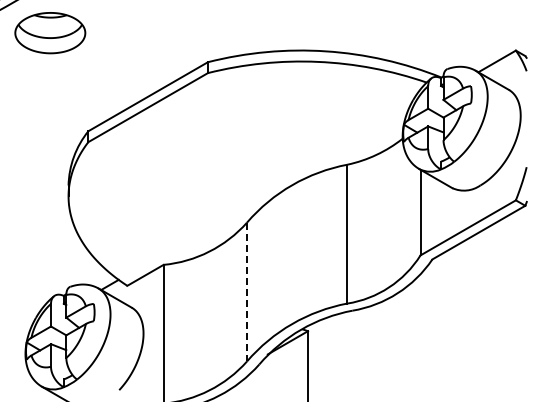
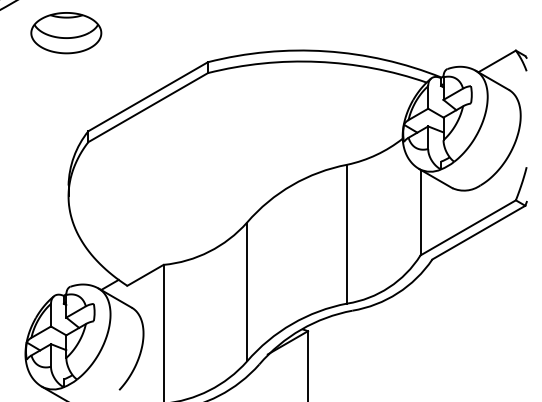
part at (50, 33) position: (50, 33) -> (66, 33)
line at (247, 292): dashed -> solid
